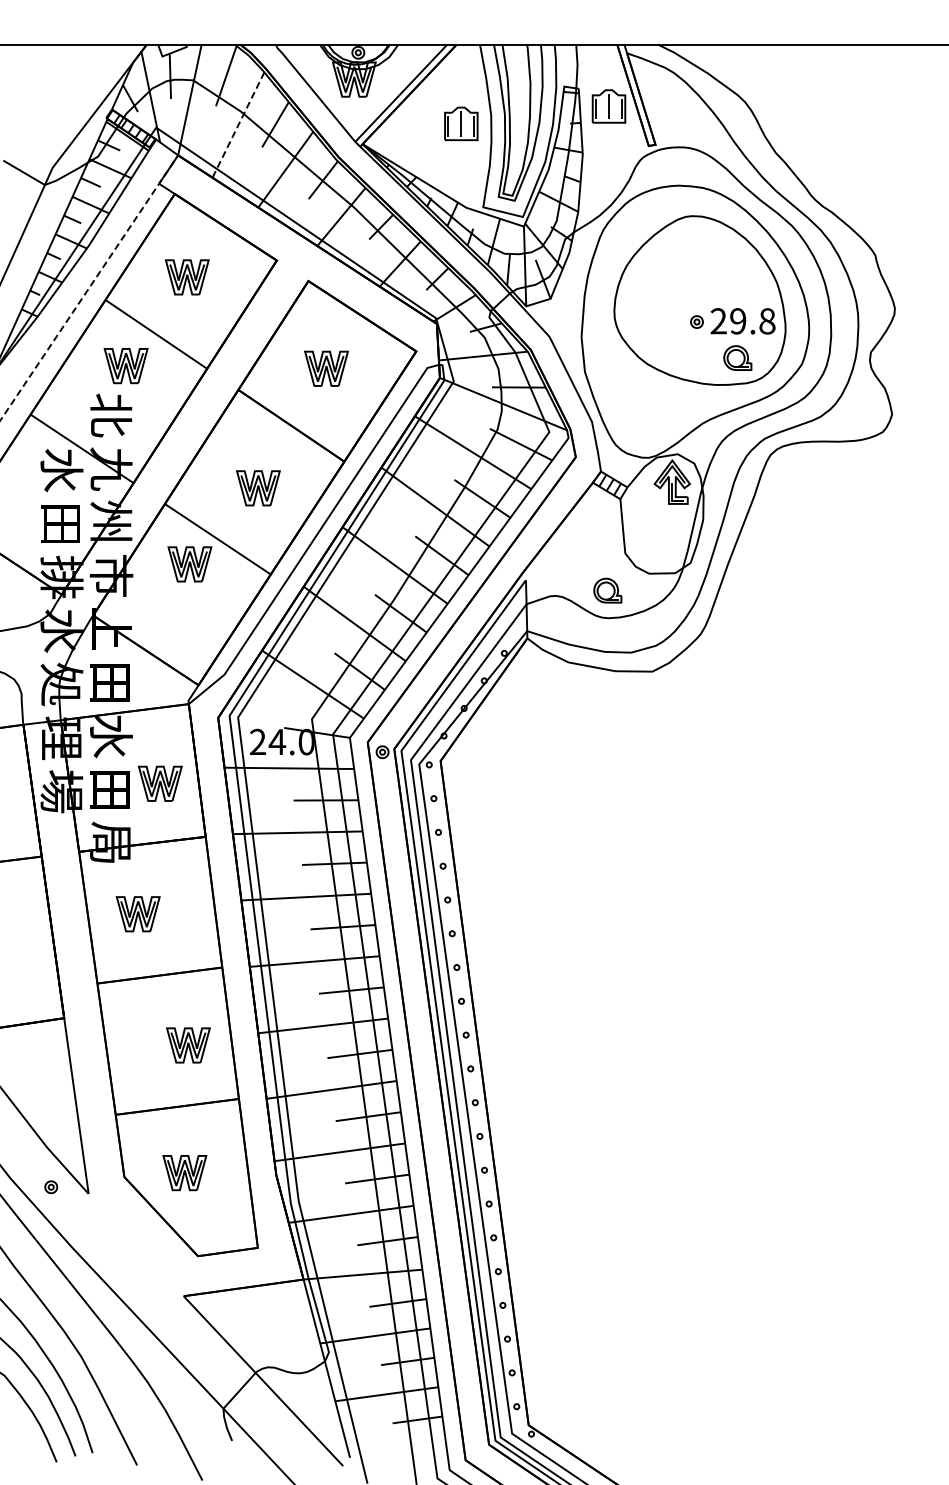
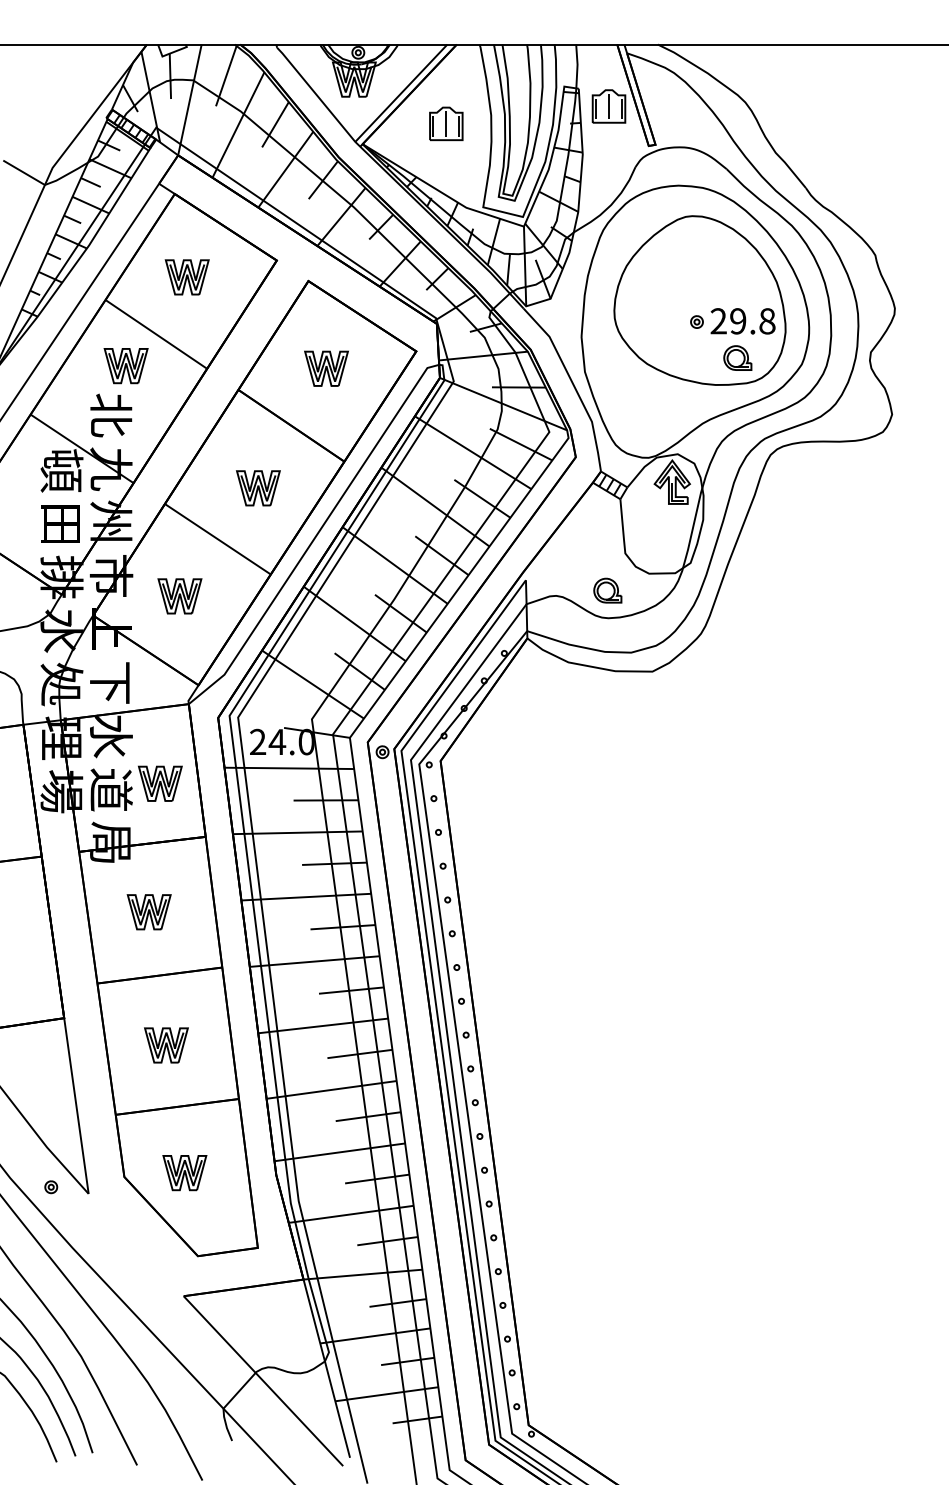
part at (461, 123) position: (461, 123) -> (446, 123)
line at (238, 125): dashed -> solid
line at (89, 287): dashed -> solid
text at (61, 470): 水 -> 頓
part at (189, 564) position: (189, 564) -> (179, 596)
text at (109, 682): 田 -> 下
text at (111, 789): 田 -> 道
part at (137, 914) position: (137, 914) -> (148, 912)
part at (188, 1045) position: (188, 1045) -> (166, 1045)
